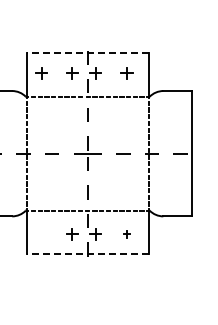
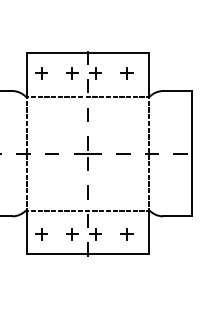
line at (87, 52): dashed -> solid
part at (41, 234): none -> present
part at (126, 234) size: 8x9 px -> 14x13 px
line at (87, 254): dashed -> solid
